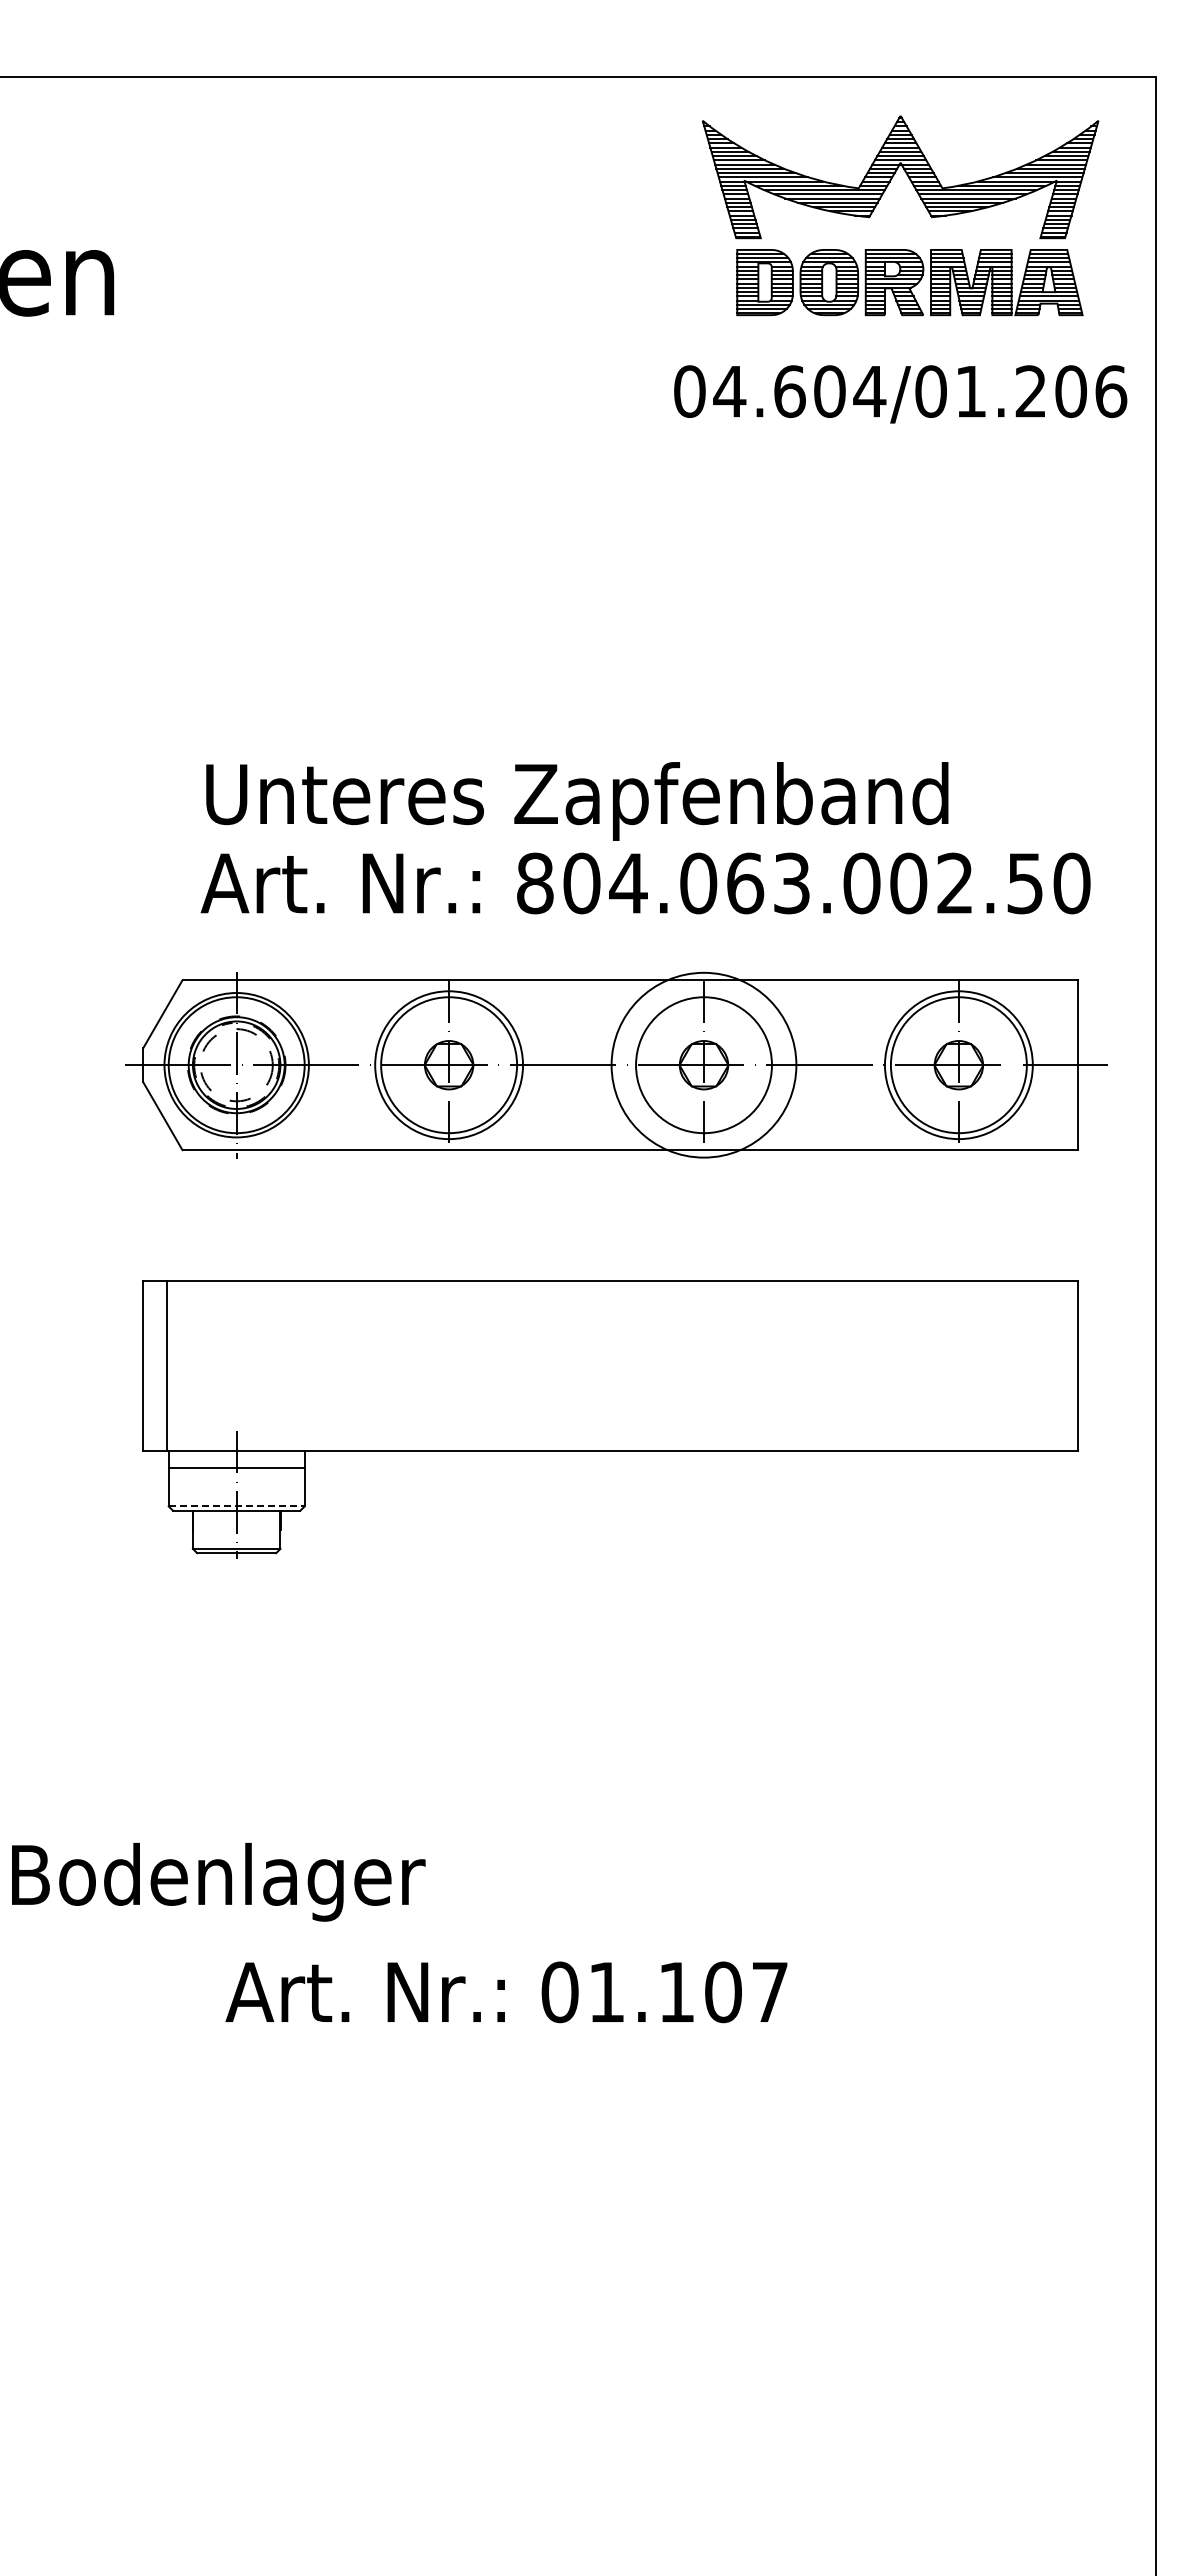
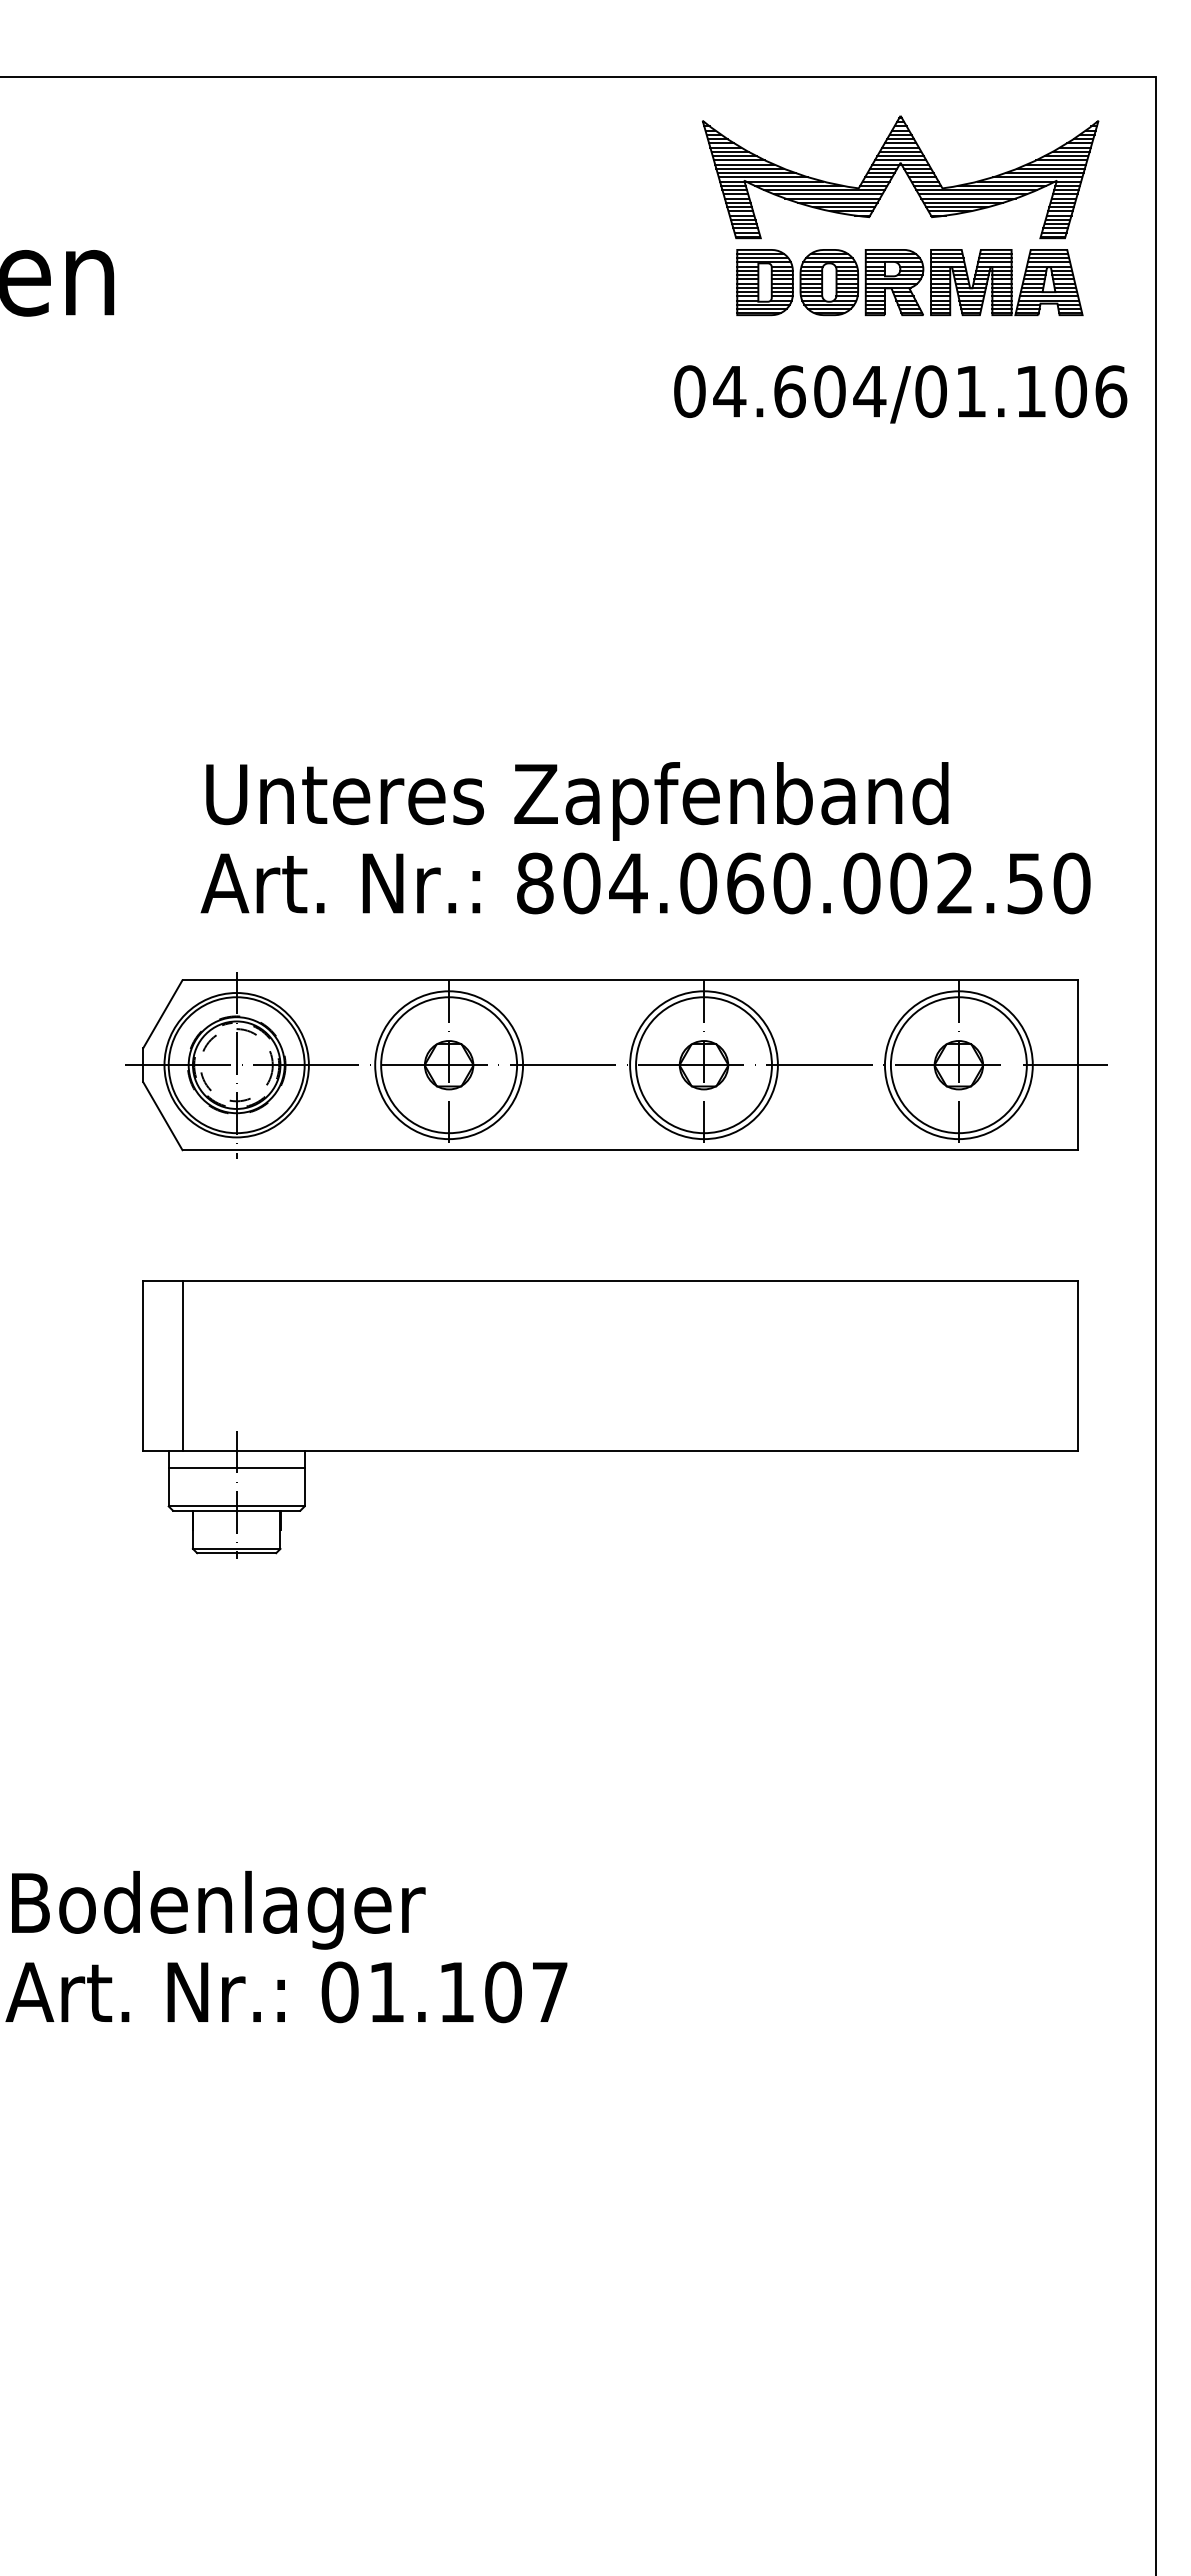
text at (1030, 391): 04.604/01.206 -> 04.604/01.106
text at (791, 883): 804.063.002.50 -> 804.060.002.50
circle at (703, 1064) diameter: 185 px -> 148 px
line at (166, 1366) position: (166, 1366) -> (182, 1366)
line at (236, 1506): dashed -> solid
text at (218, 1882) position: (218, 1882) -> (218, 1910)
text at (506, 1992) position: (506, 1992) -> (286, 1992)
